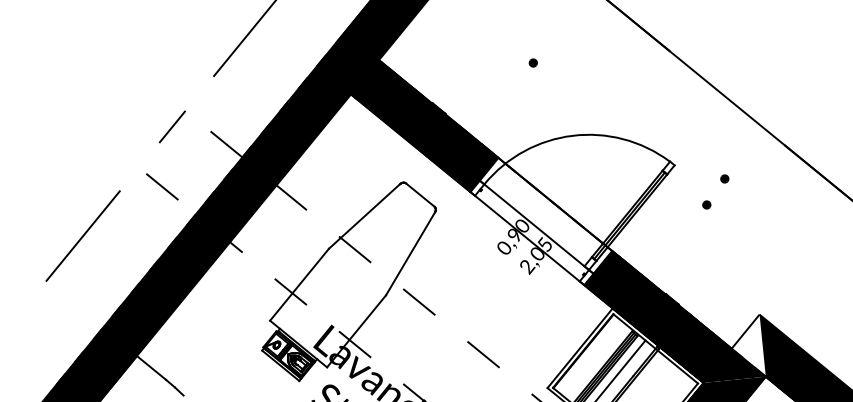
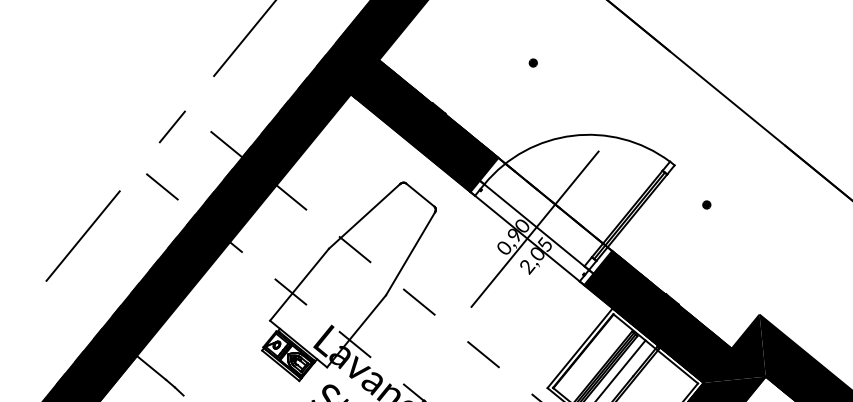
part at (724, 178): present -> none
line at (534, 228): none -> present
fill at (748, 345): none -> present
